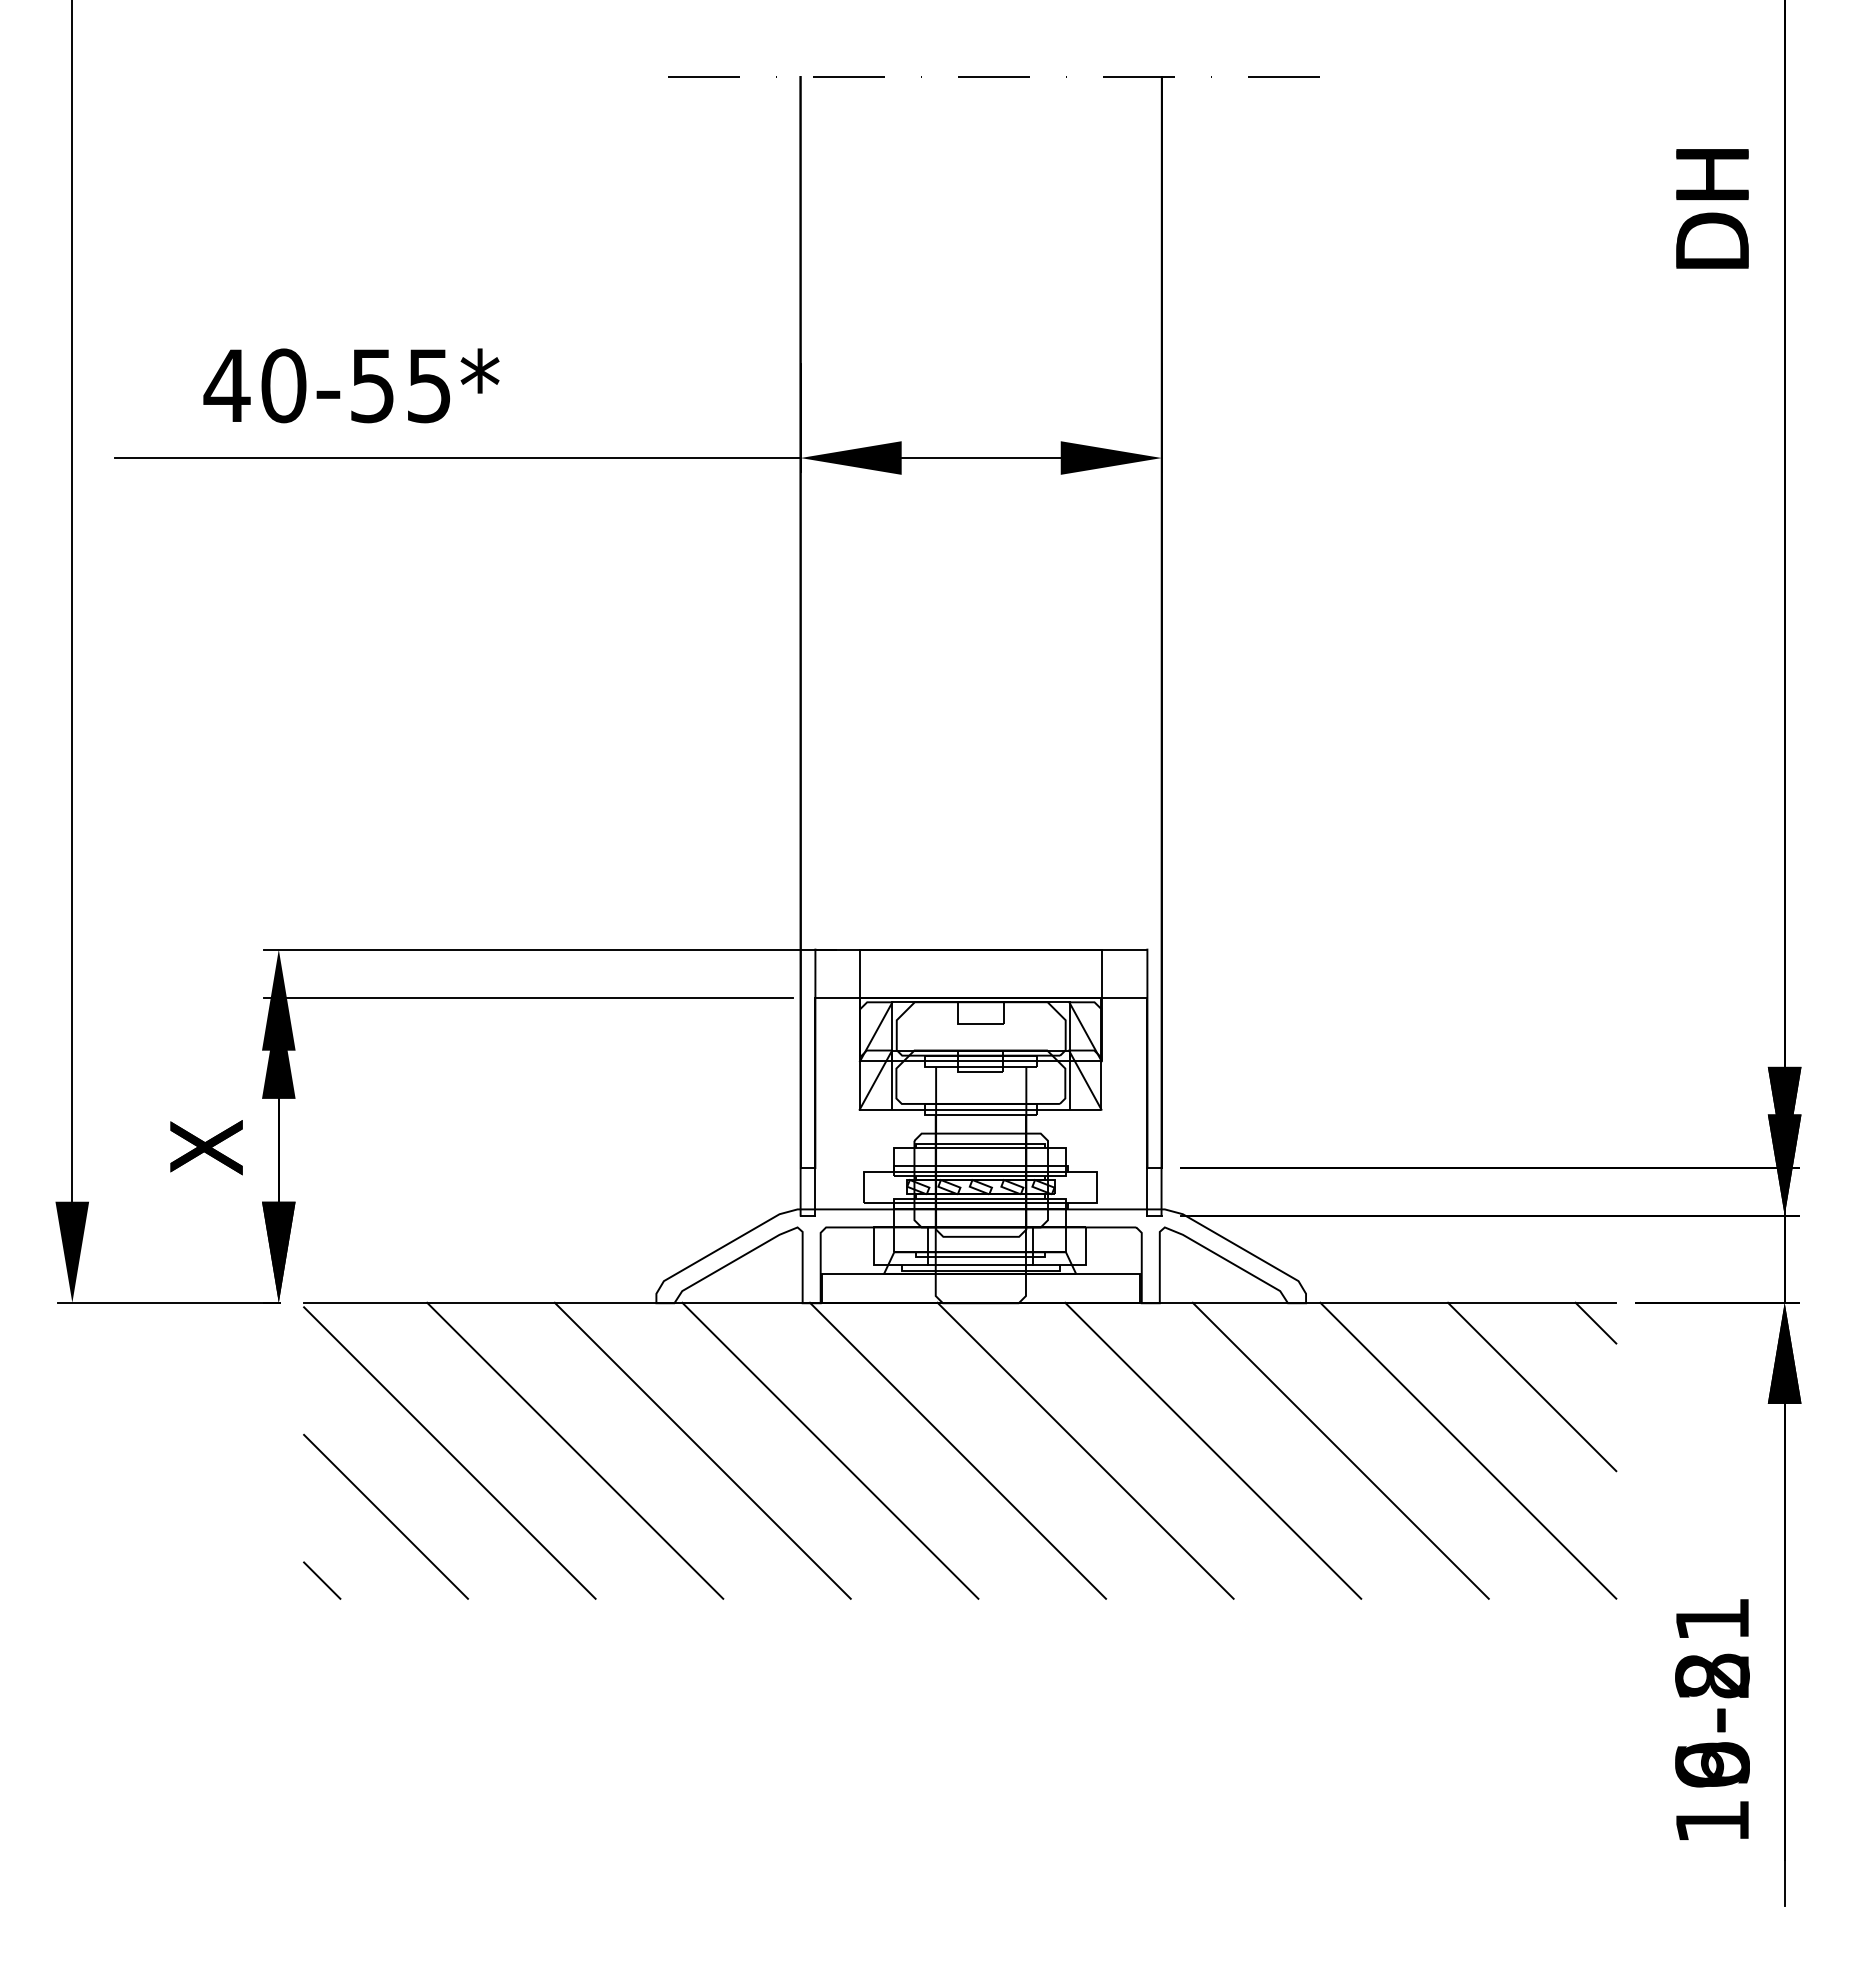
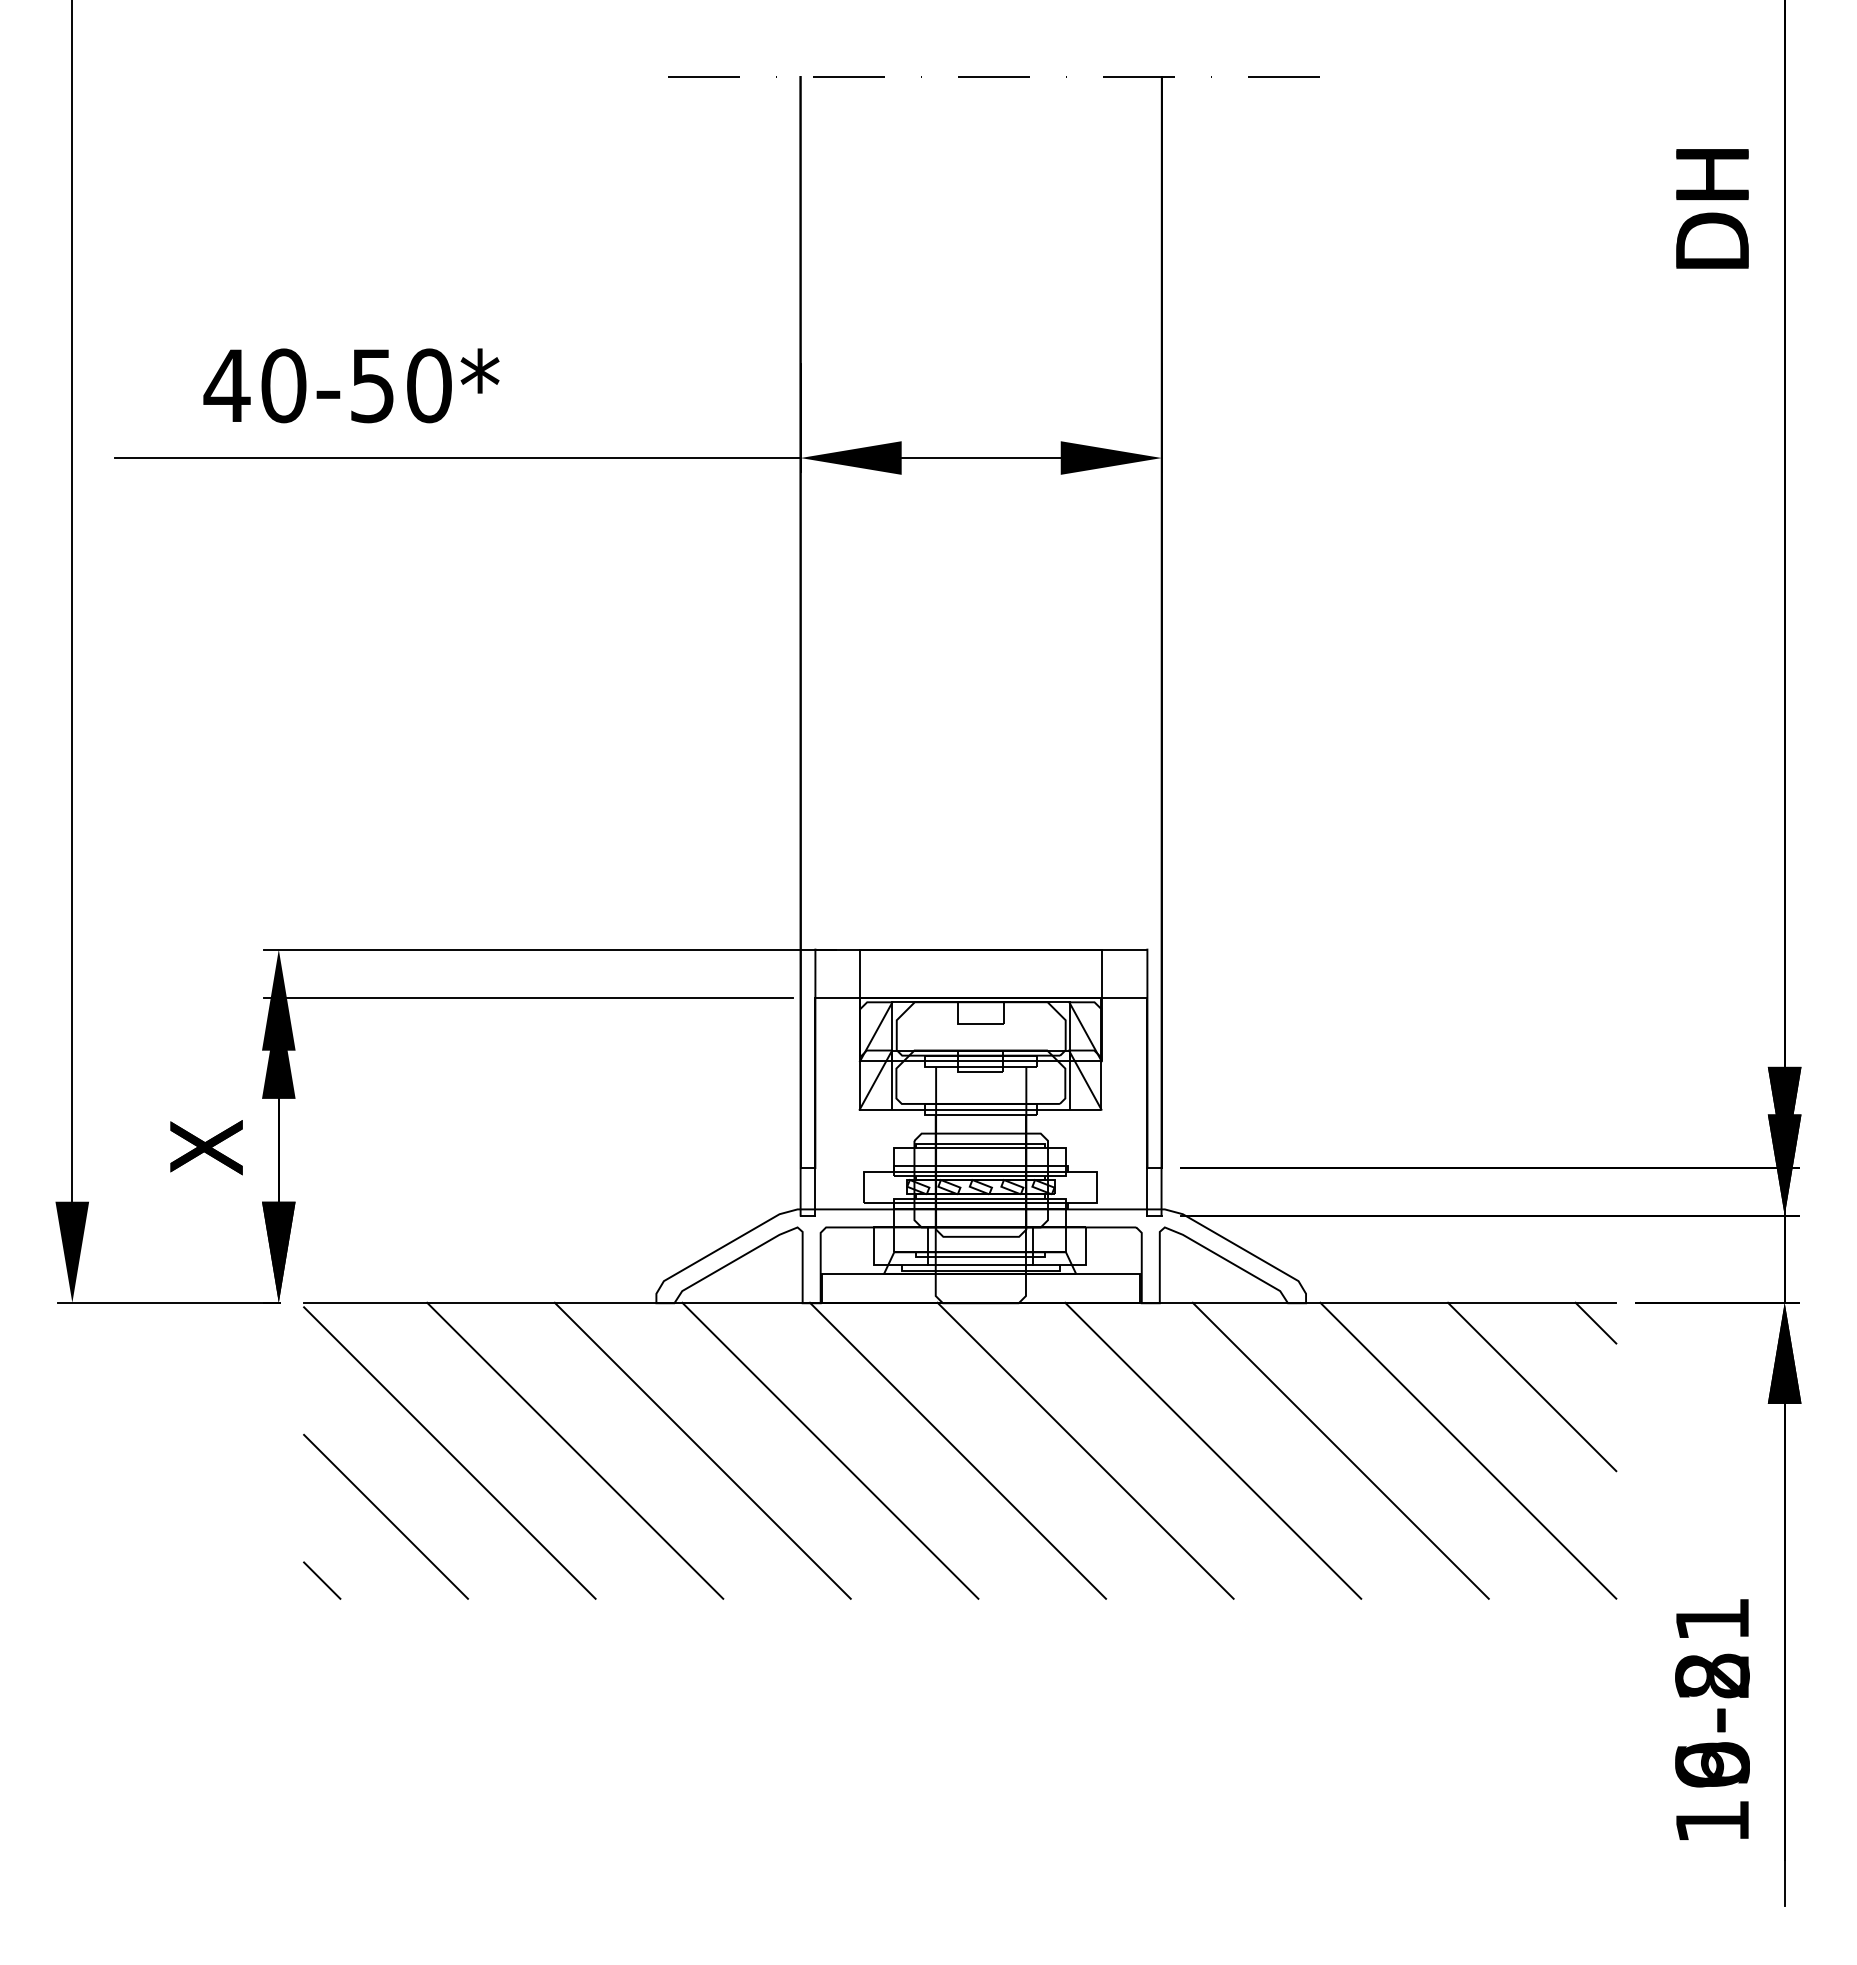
text at (429, 385): 40-55* -> 40-50*
